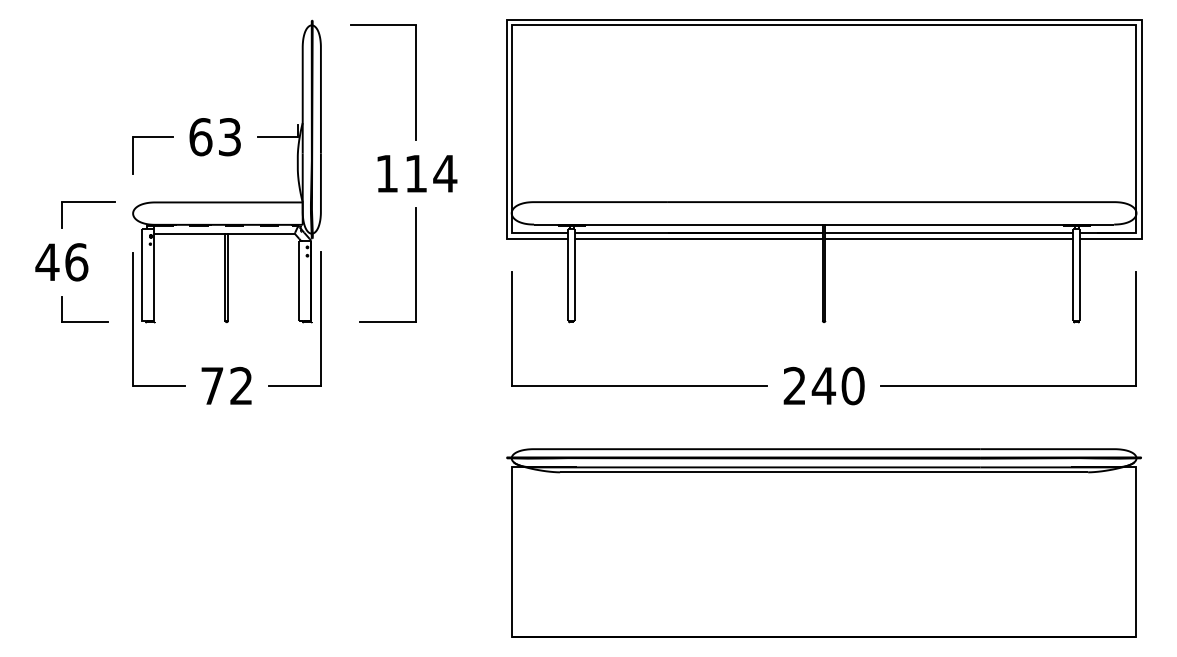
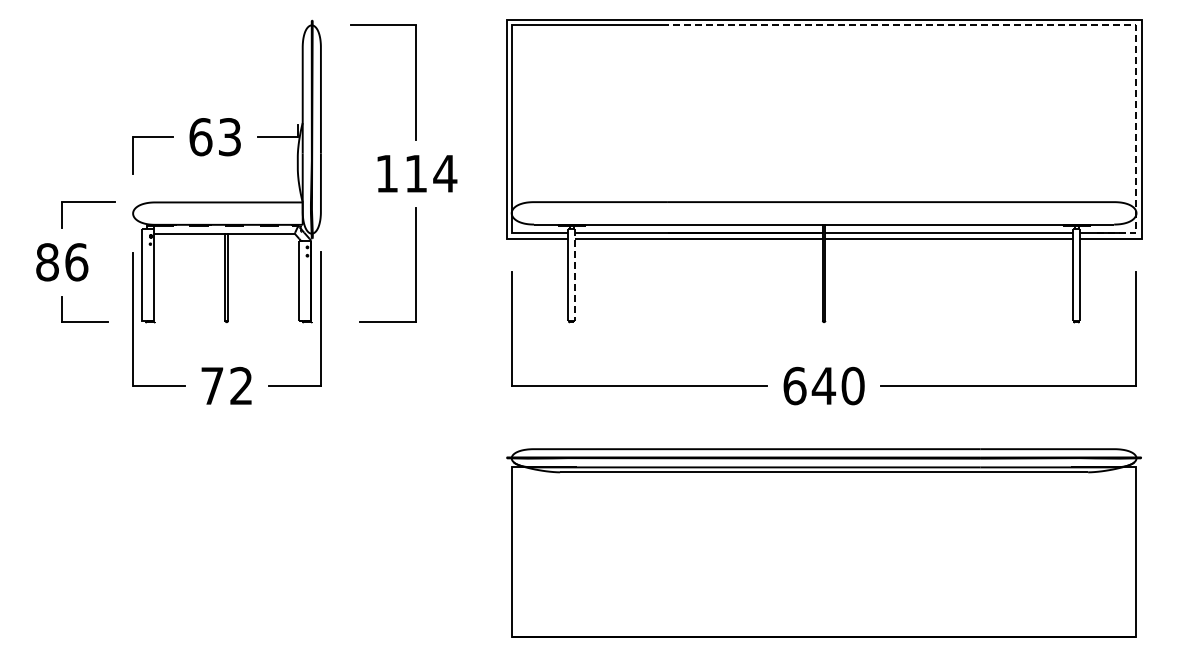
line at (1027, 25): solid -> dashed
text at (47, 262): 46 -> 86
line at (575, 275): solid -> dashed
text at (794, 385): 240 -> 640
